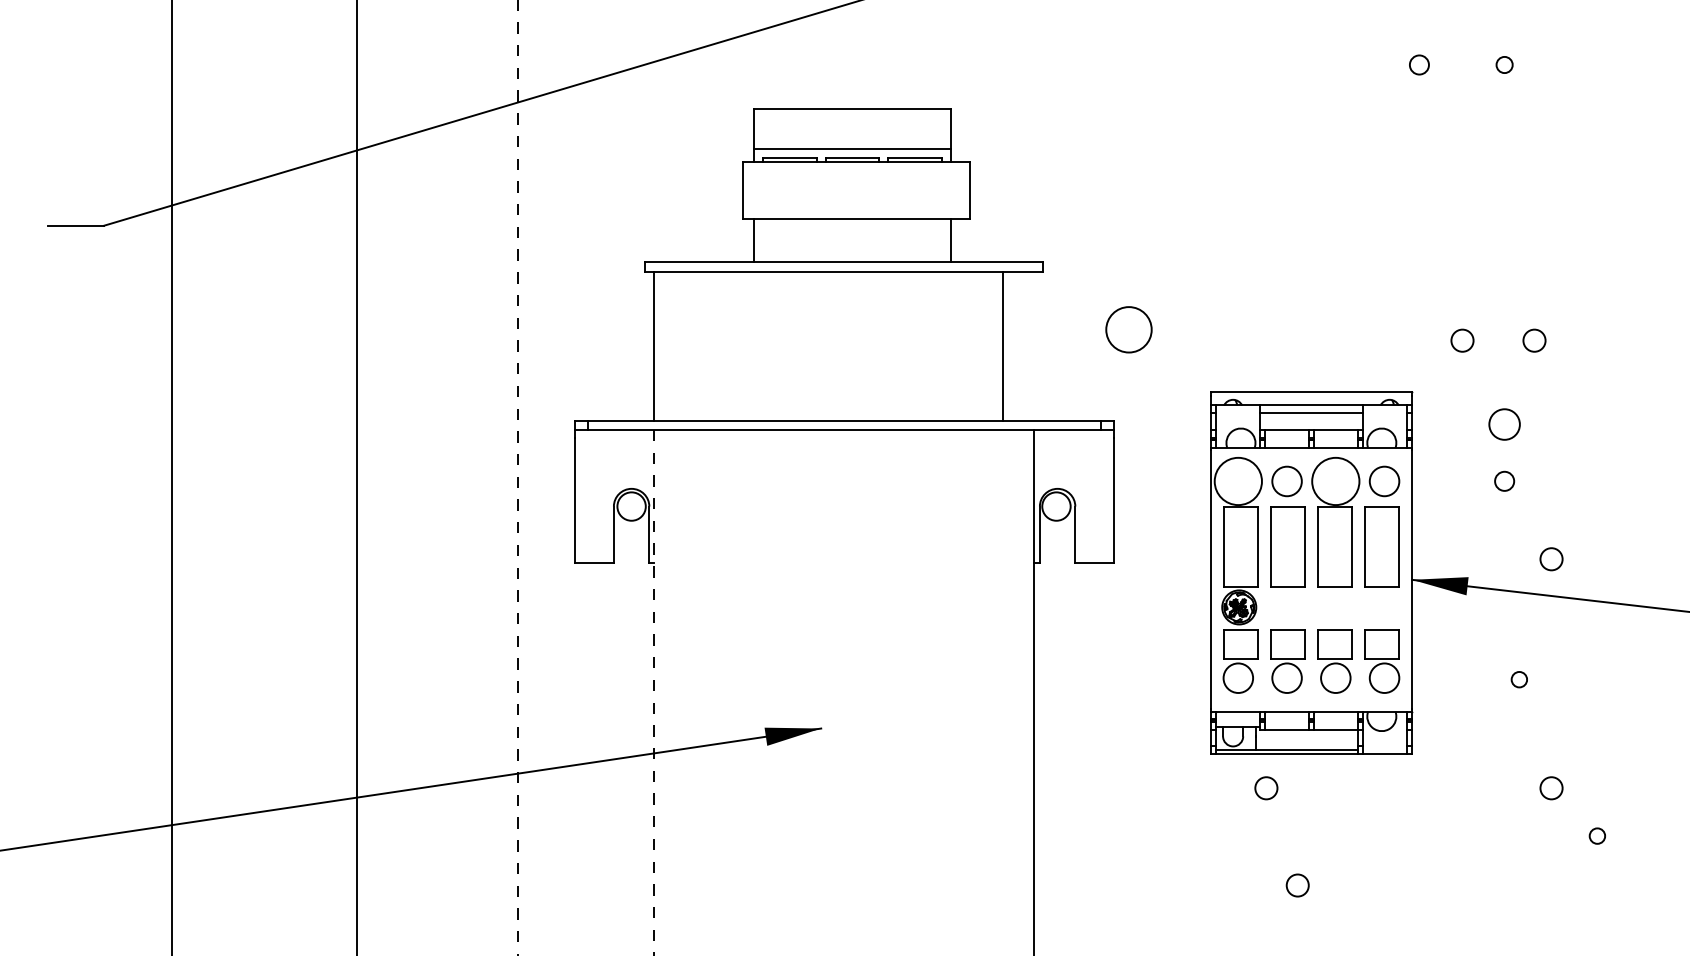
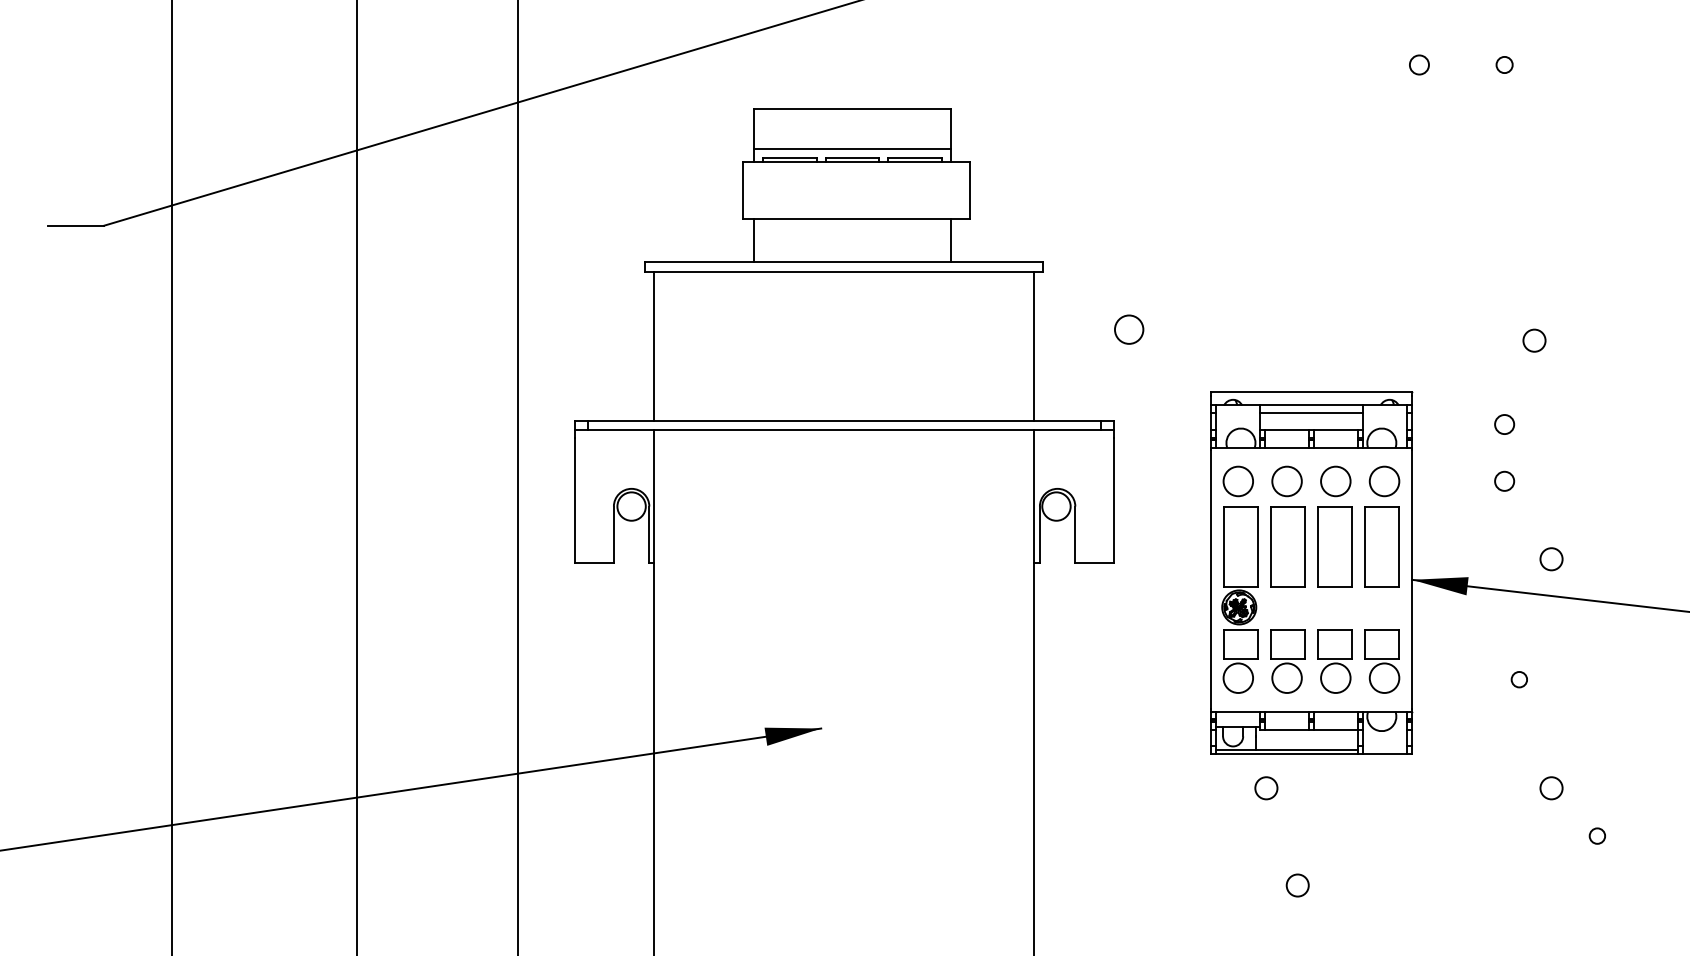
circle at (1128, 329) size: 48x48 px -> 31x31 px
circle at (1462, 340): present -> none
line at (1003, 346) position: (1003, 346) -> (1034, 346)
circle at (1504, 424) diameter: 31 px -> 19 px
line at (518, 478): dashed -> solid
circle at (1237, 481) diameter: 47 px -> 30 px
circle at (1335, 481) diameter: 47 px -> 30 px
line at (653, 692): dashed -> solid
